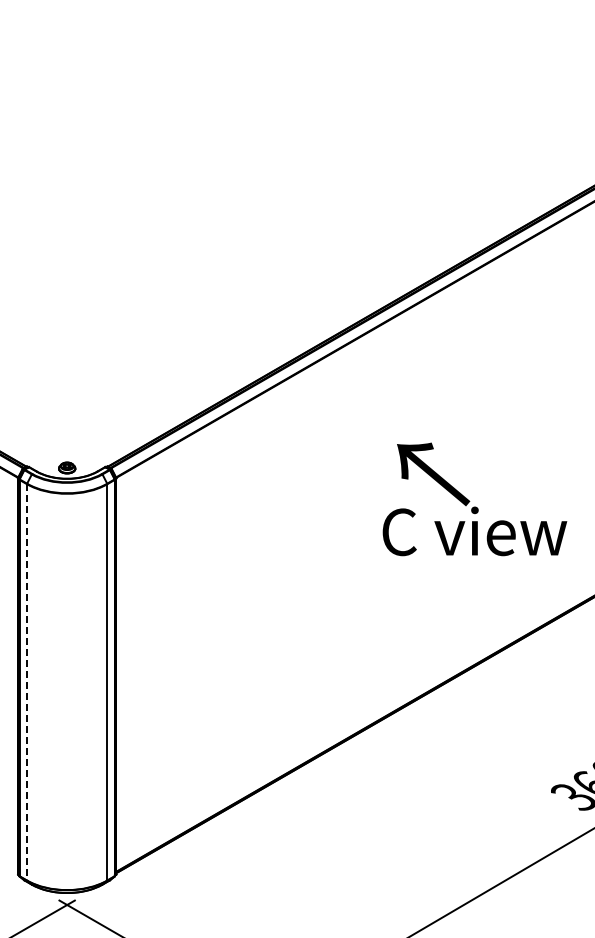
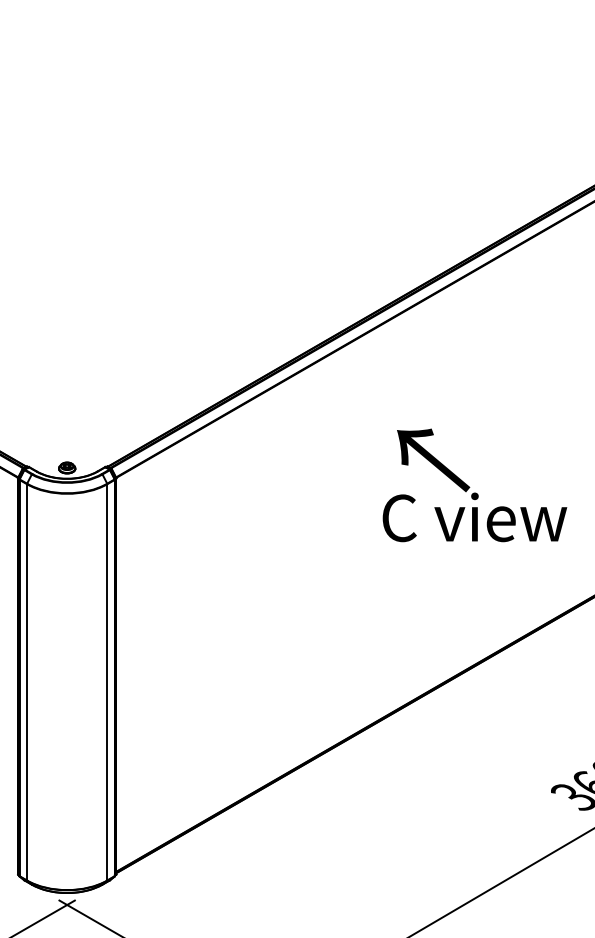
text at (474, 499) position: (474, 499) -> (474, 485)
line at (27, 682): dashed -> solid
